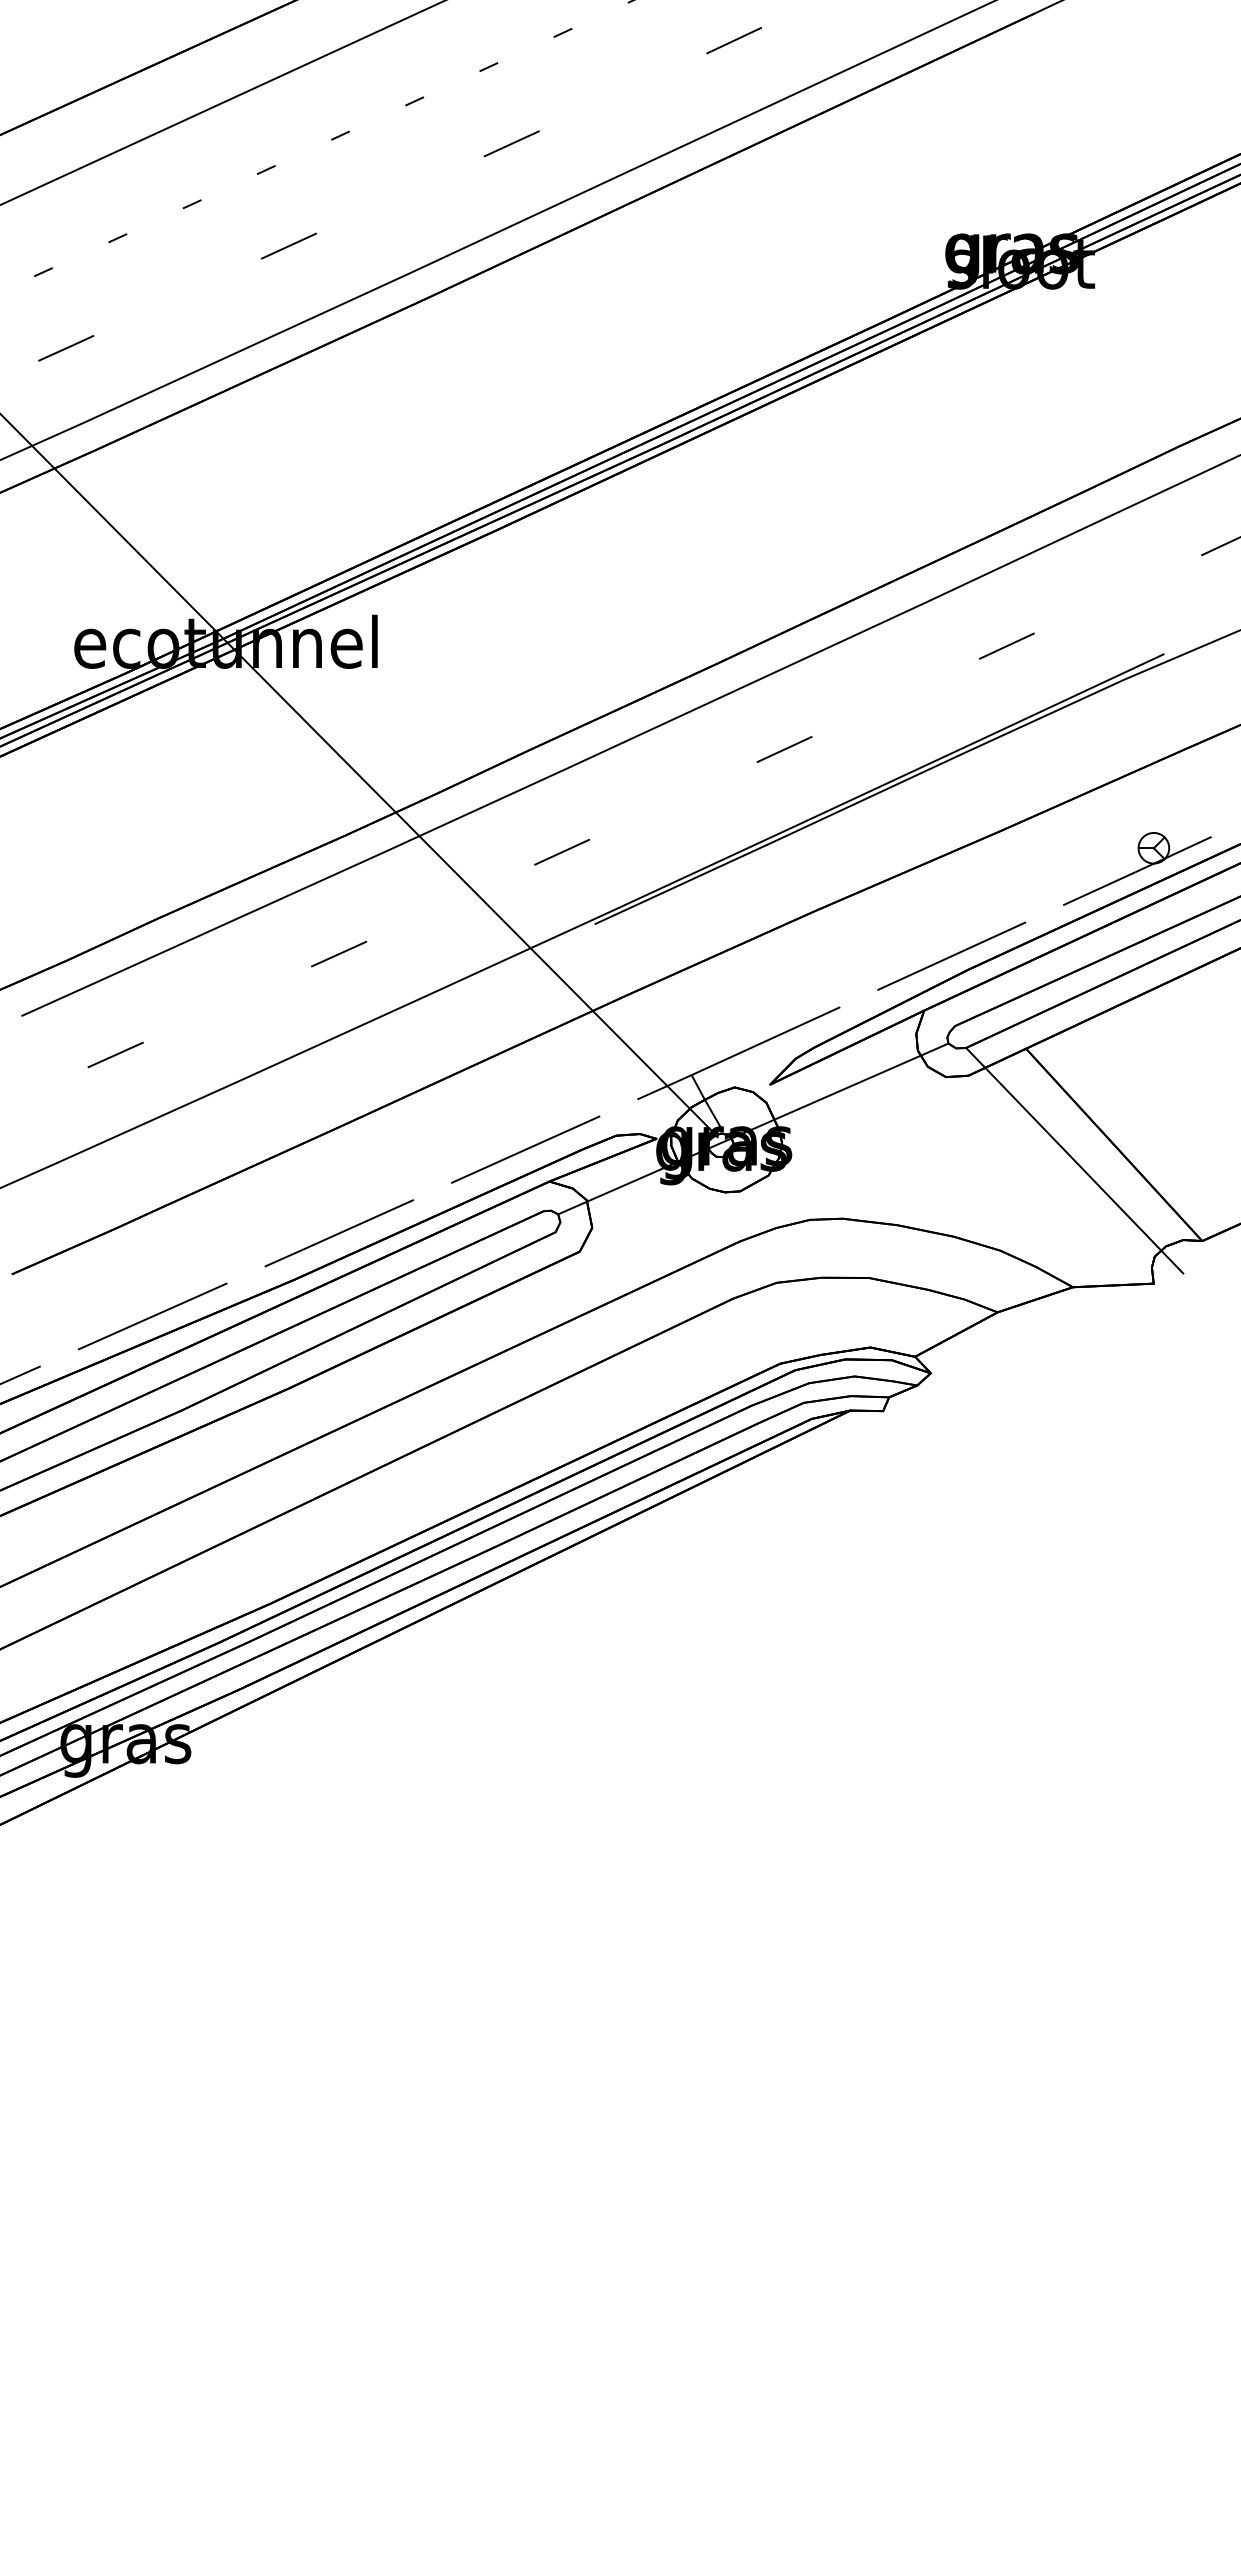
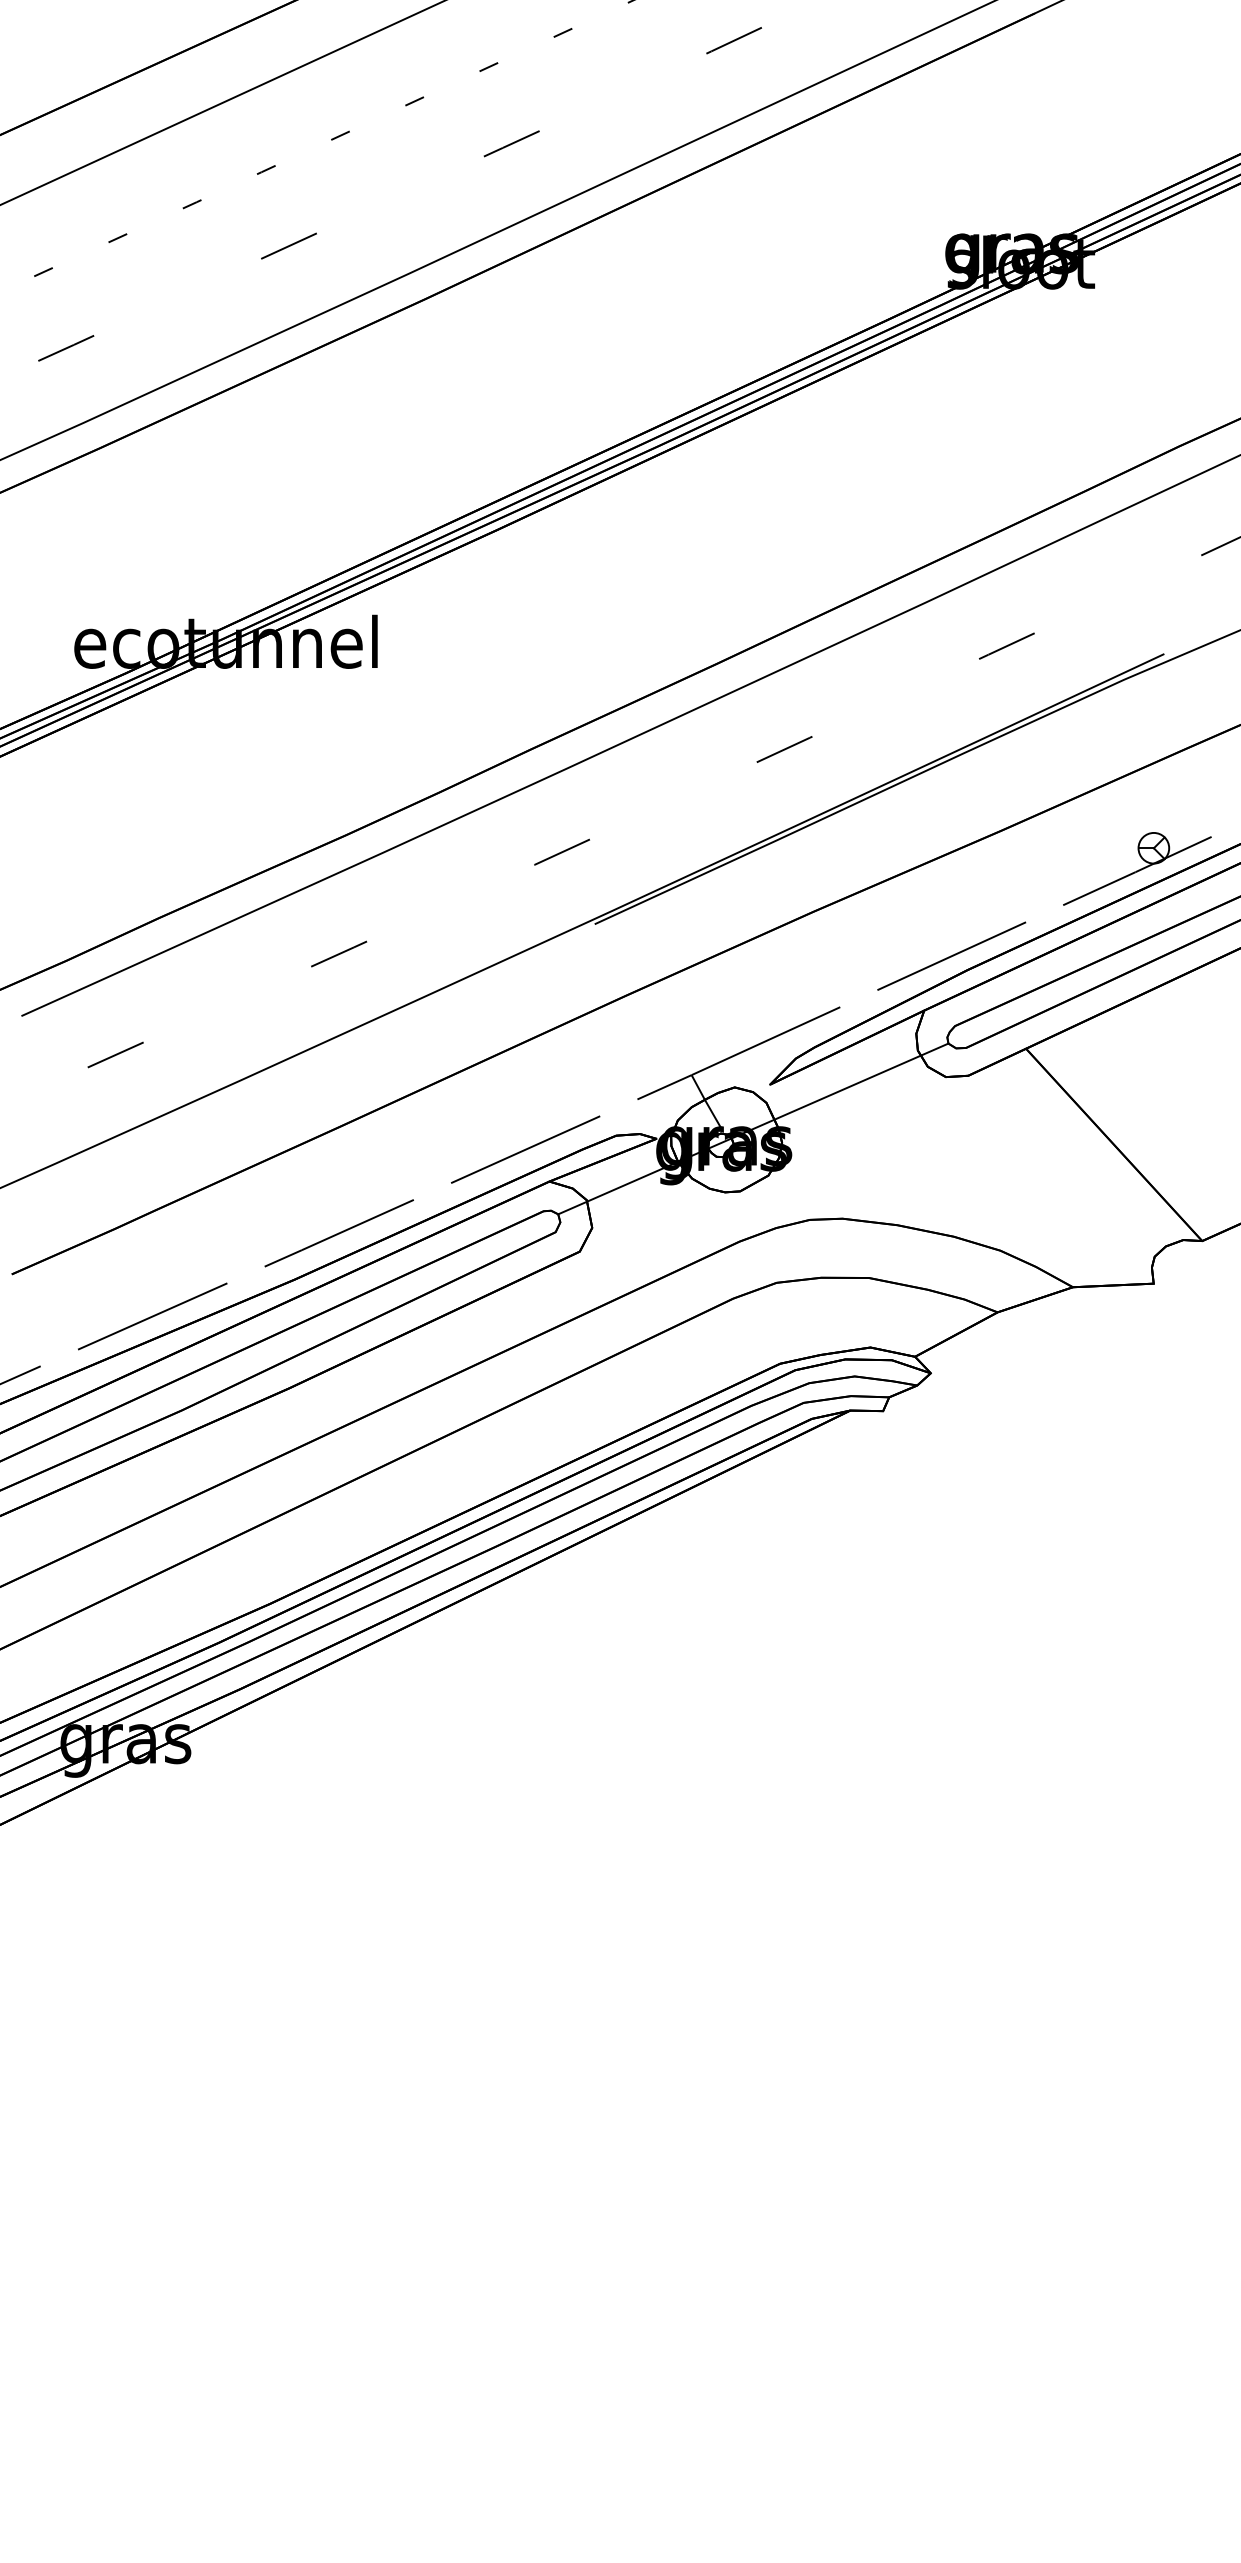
line at (358, 774): present -> none
line at (1074, 1160): present -> none
